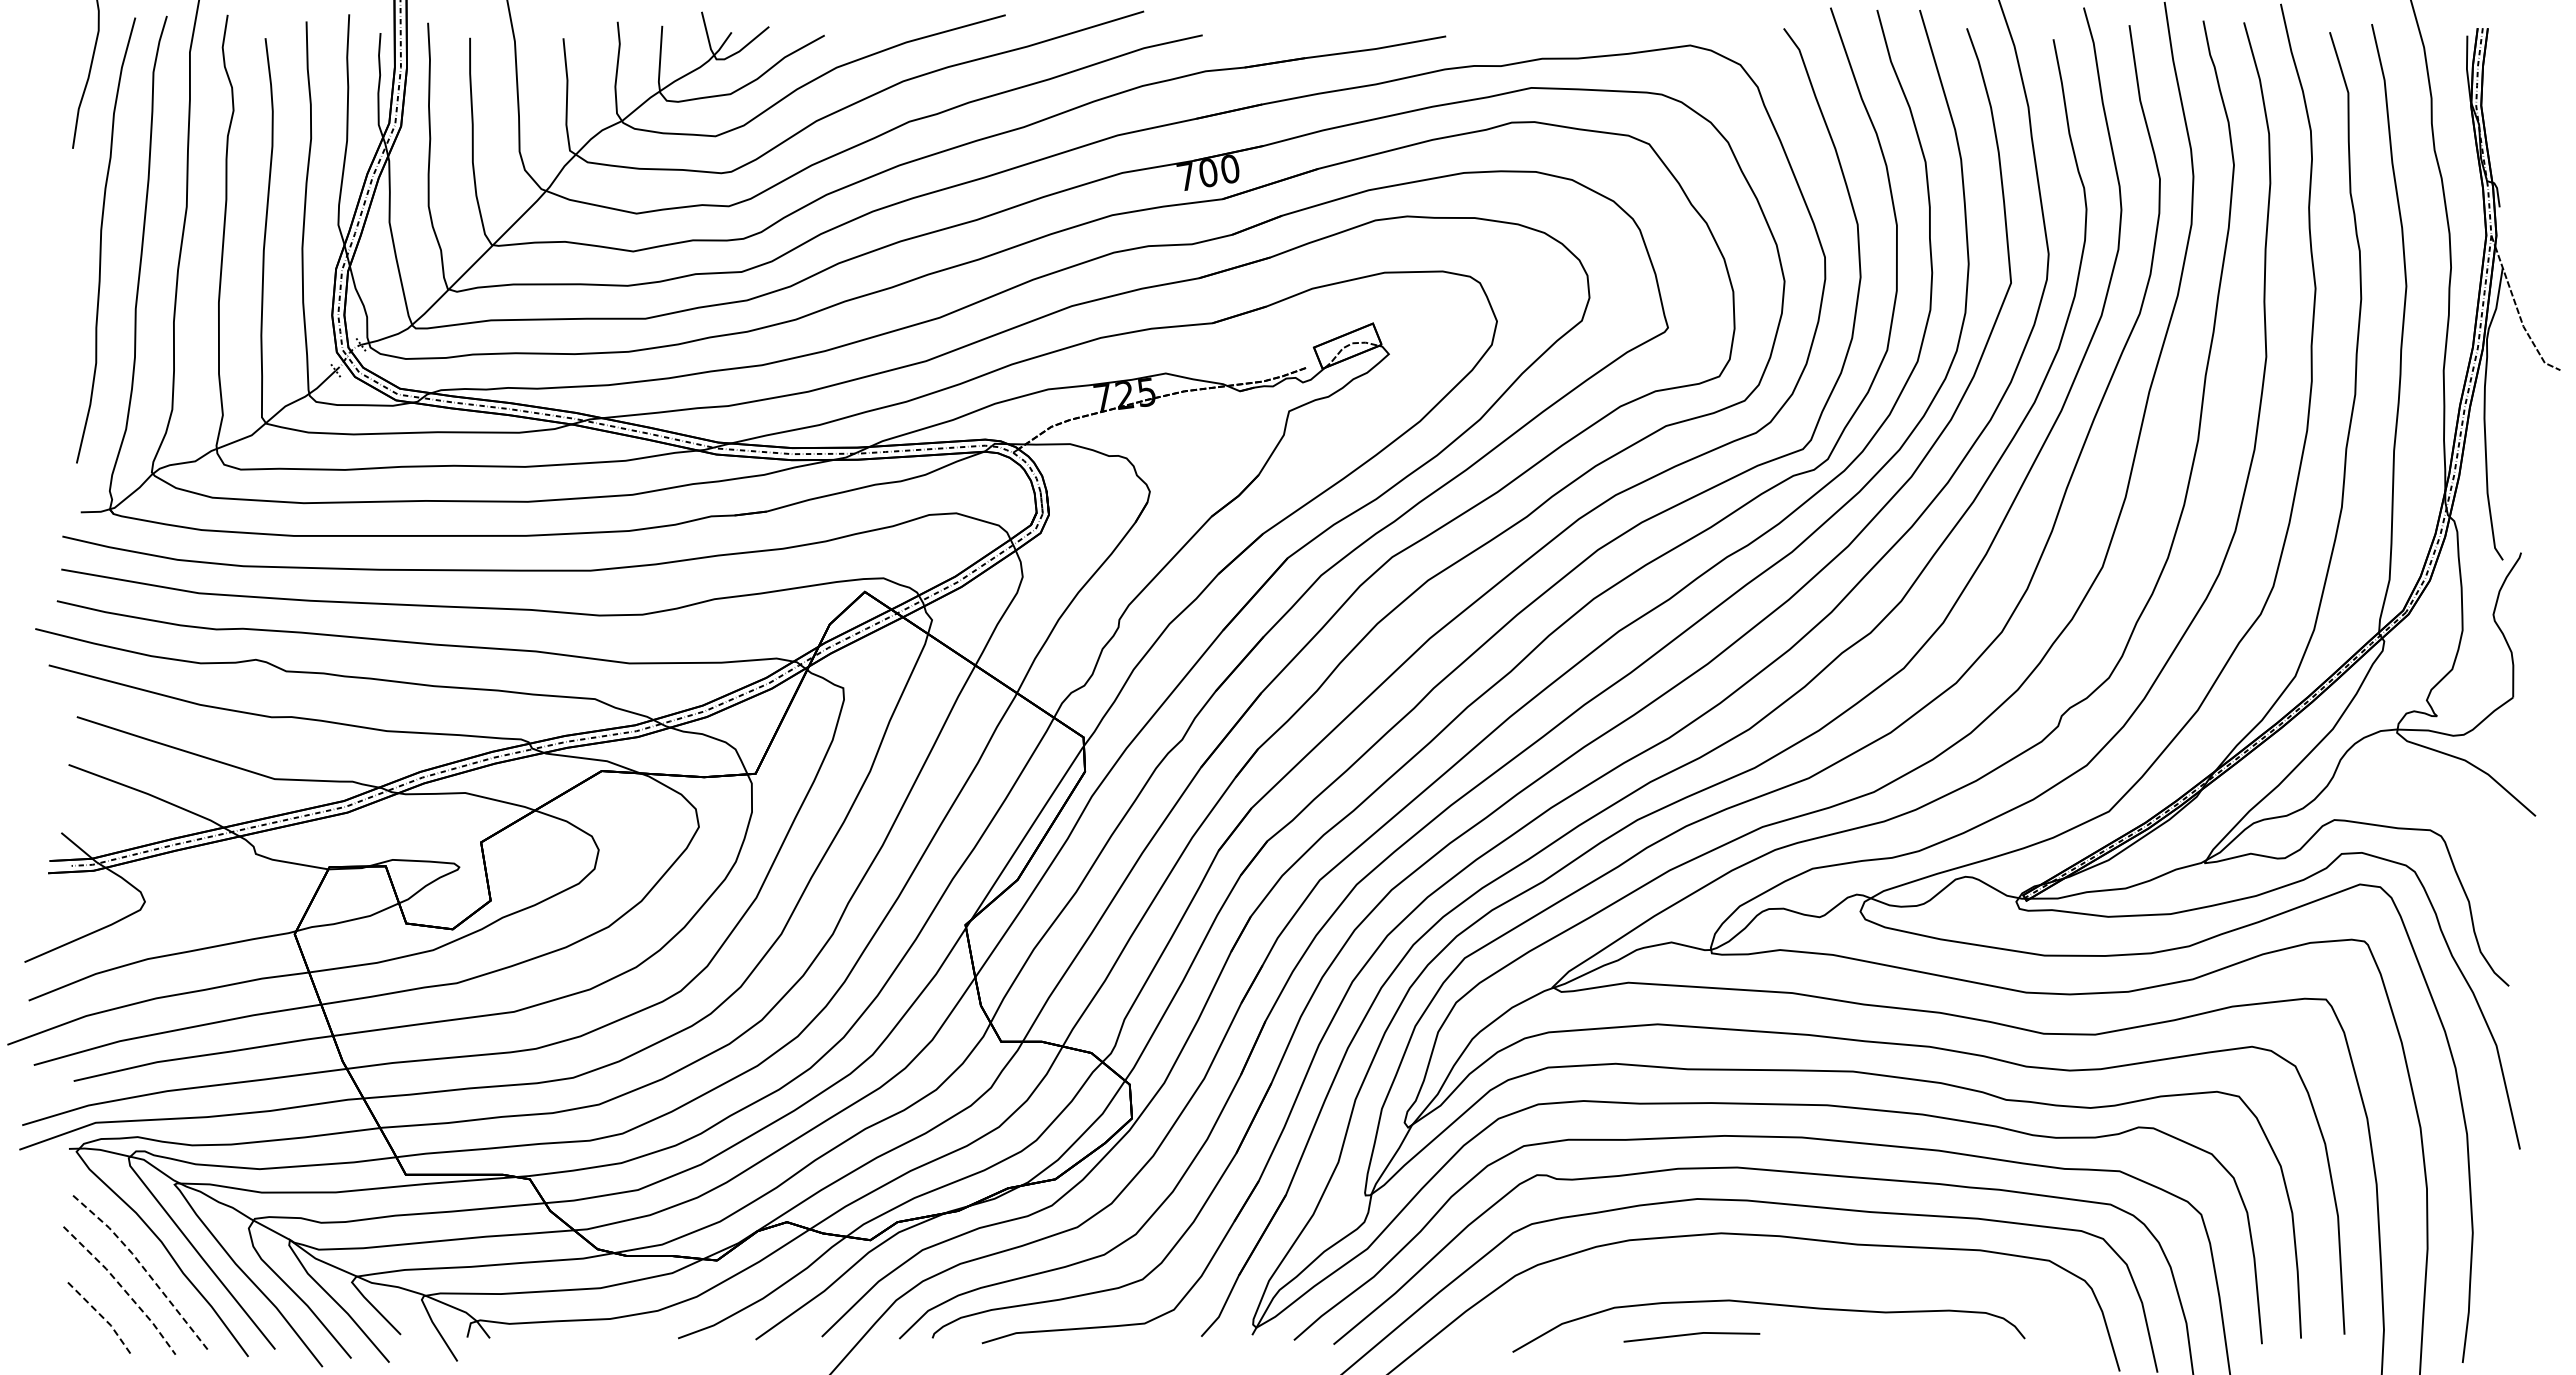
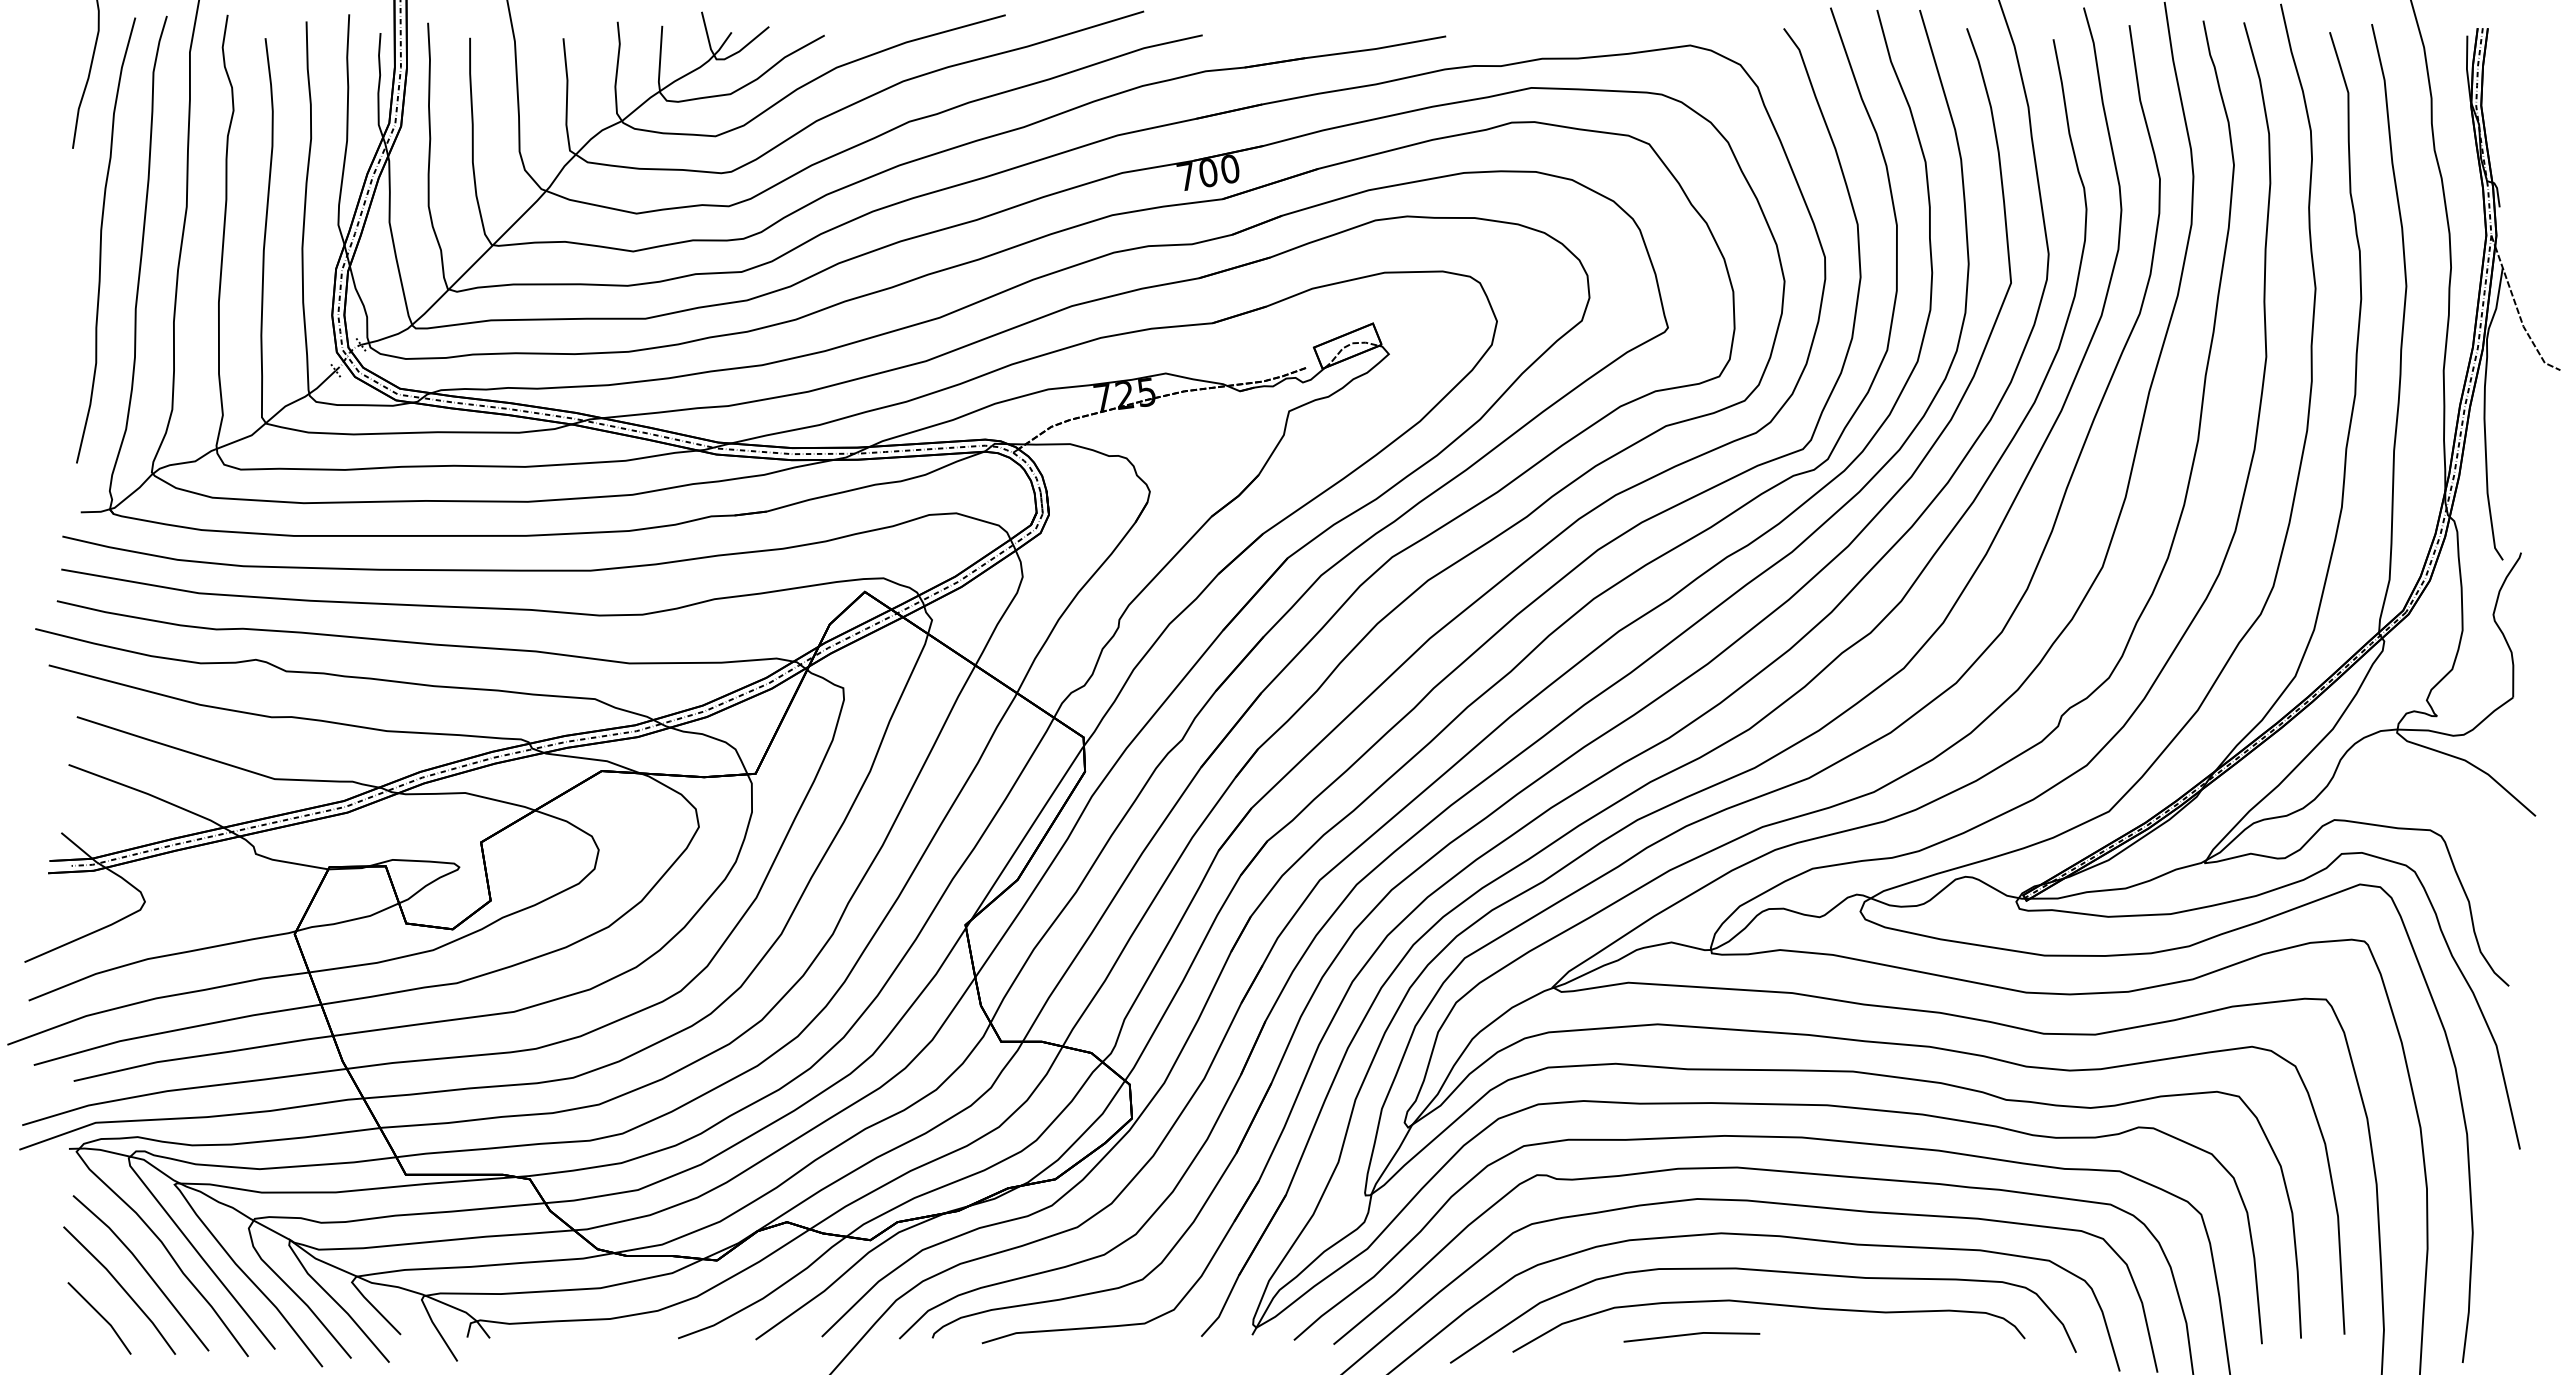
line at (144, 1269): dashed -> solid
curve at (1763, 1271): none -> present
line at (123, 1288): dashed -> solid
line at (102, 1317): dashed -> solid
